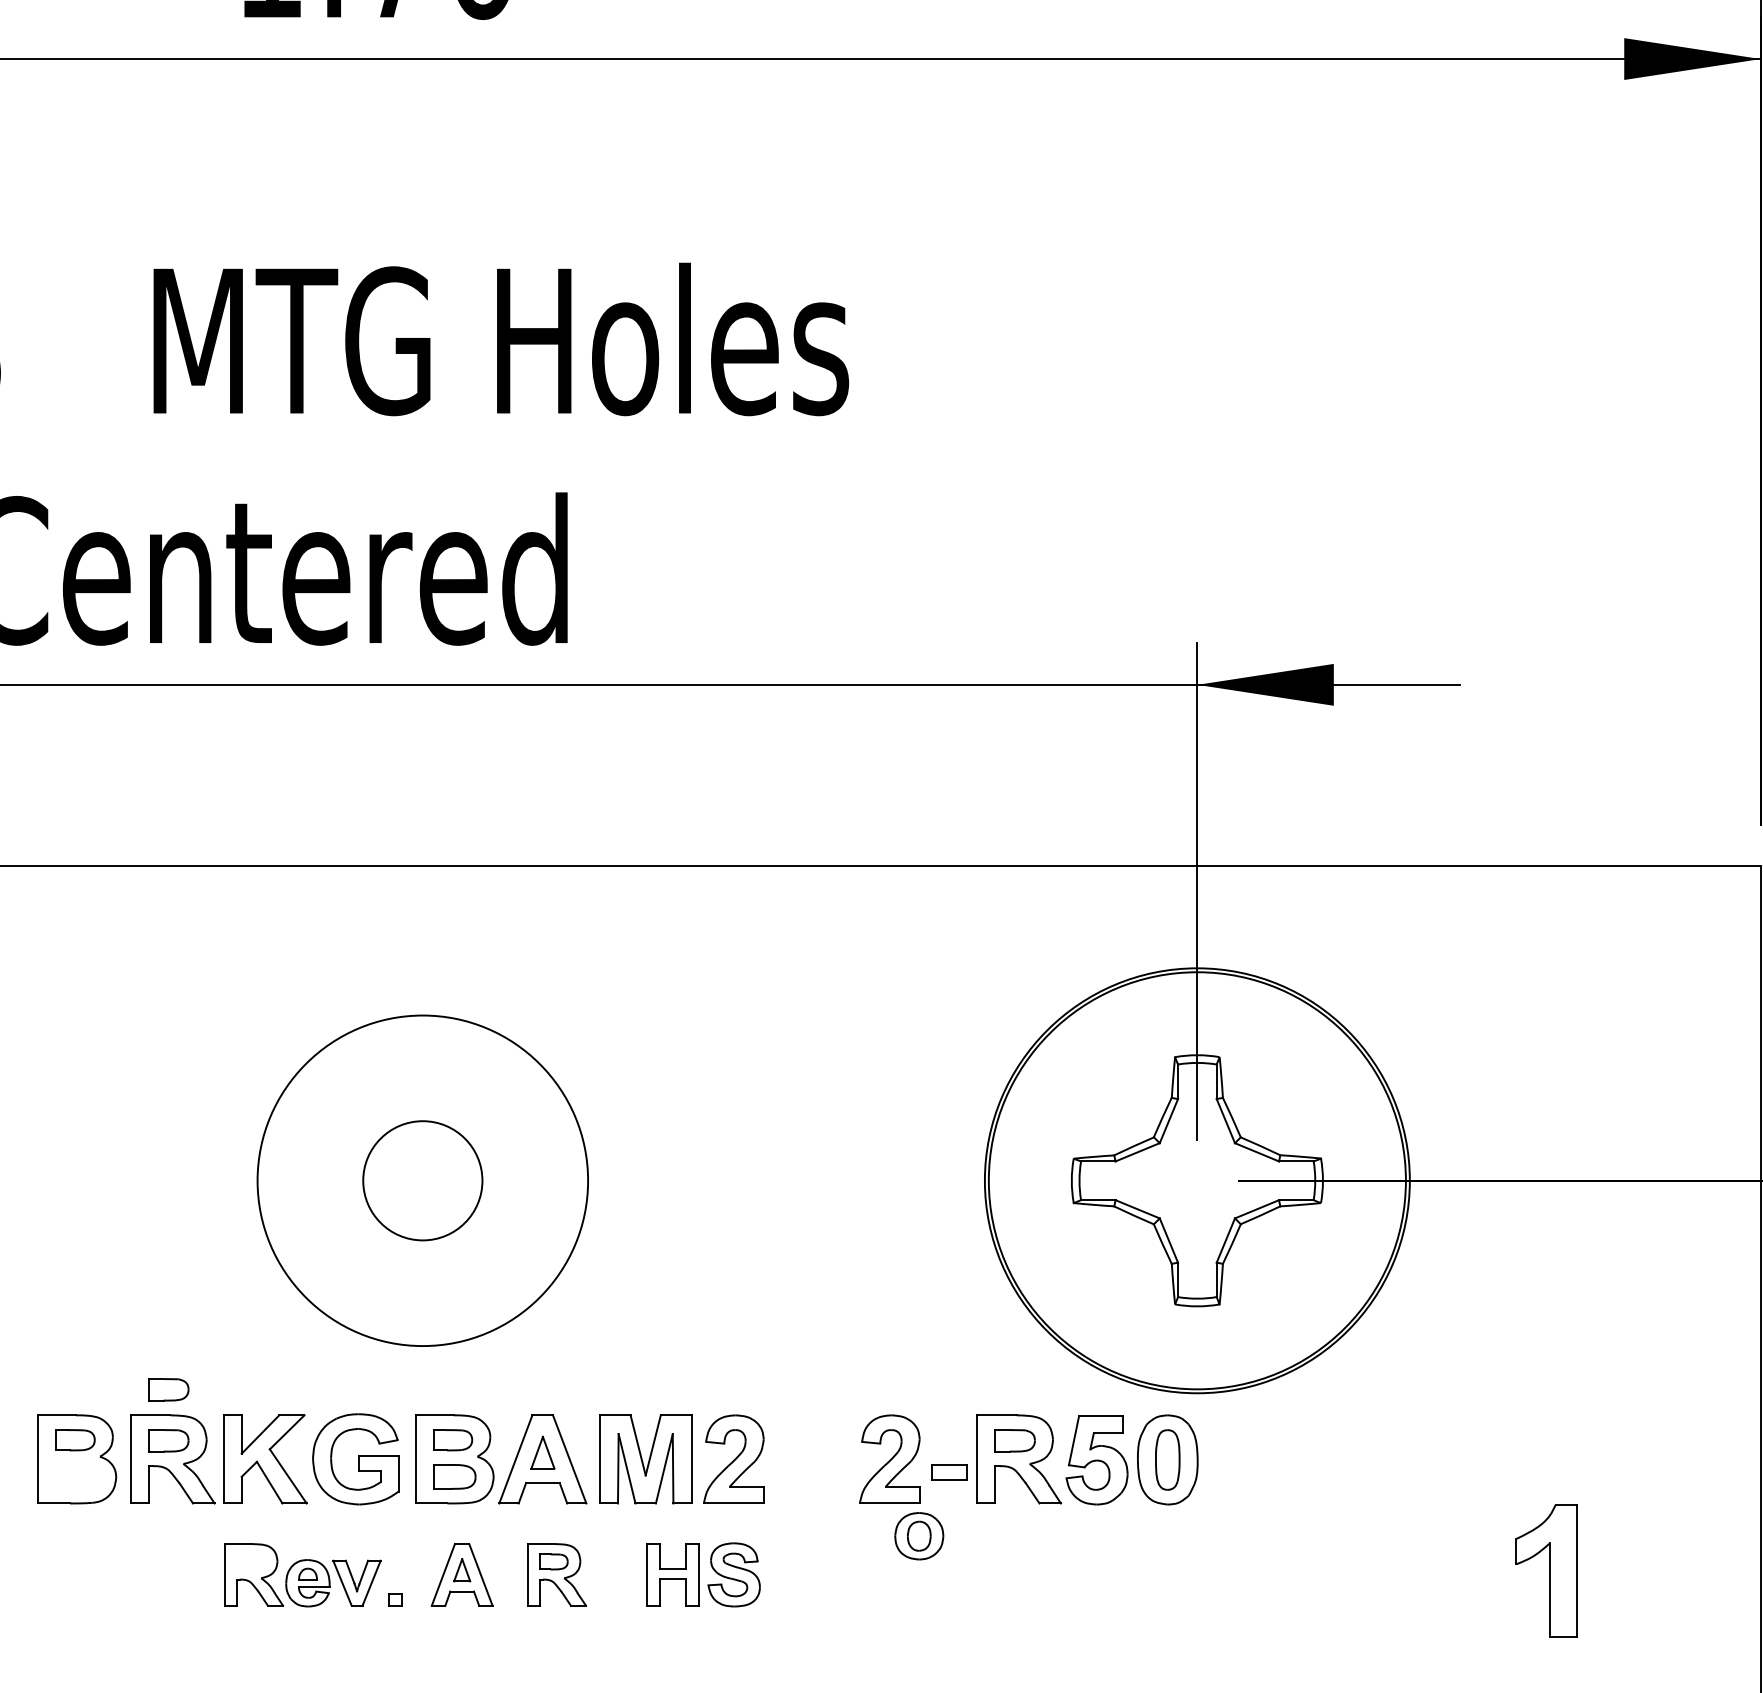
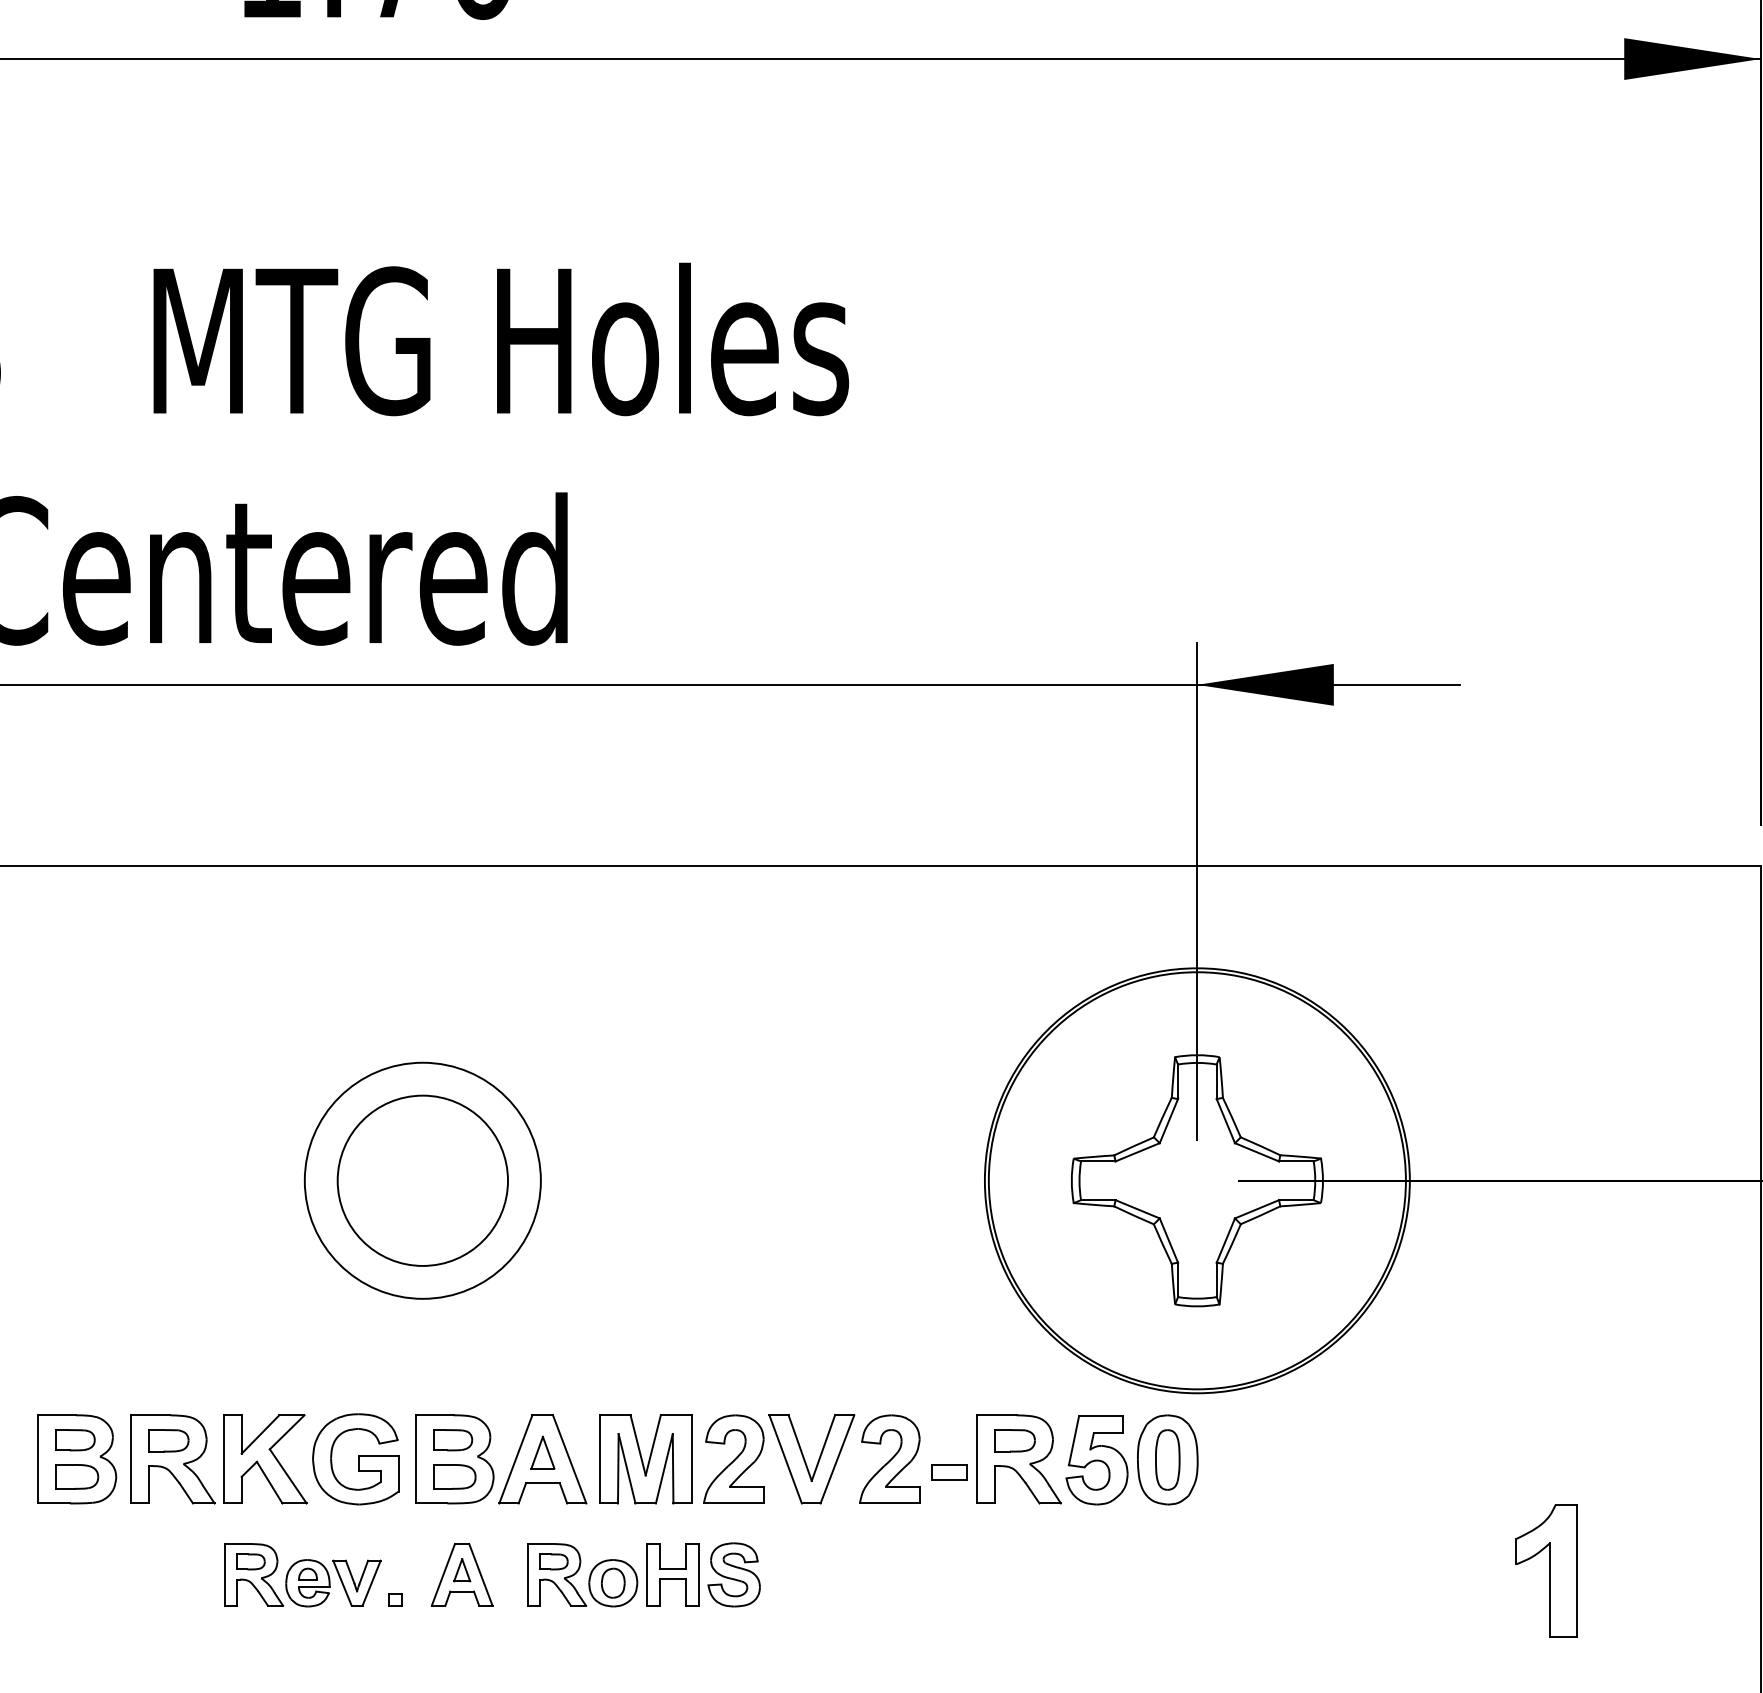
circle at (422, 1180) diameter: 119 px -> 170 px
circle at (422, 1180) diameter: 331 px -> 236 px
part at (168, 1389): present -> none
part at (811, 1459): none -> present
part at (77, 1476): none -> present
part at (919, 1536) position: (919, 1536) -> (613, 1583)
part at (250, 1561): none -> present
